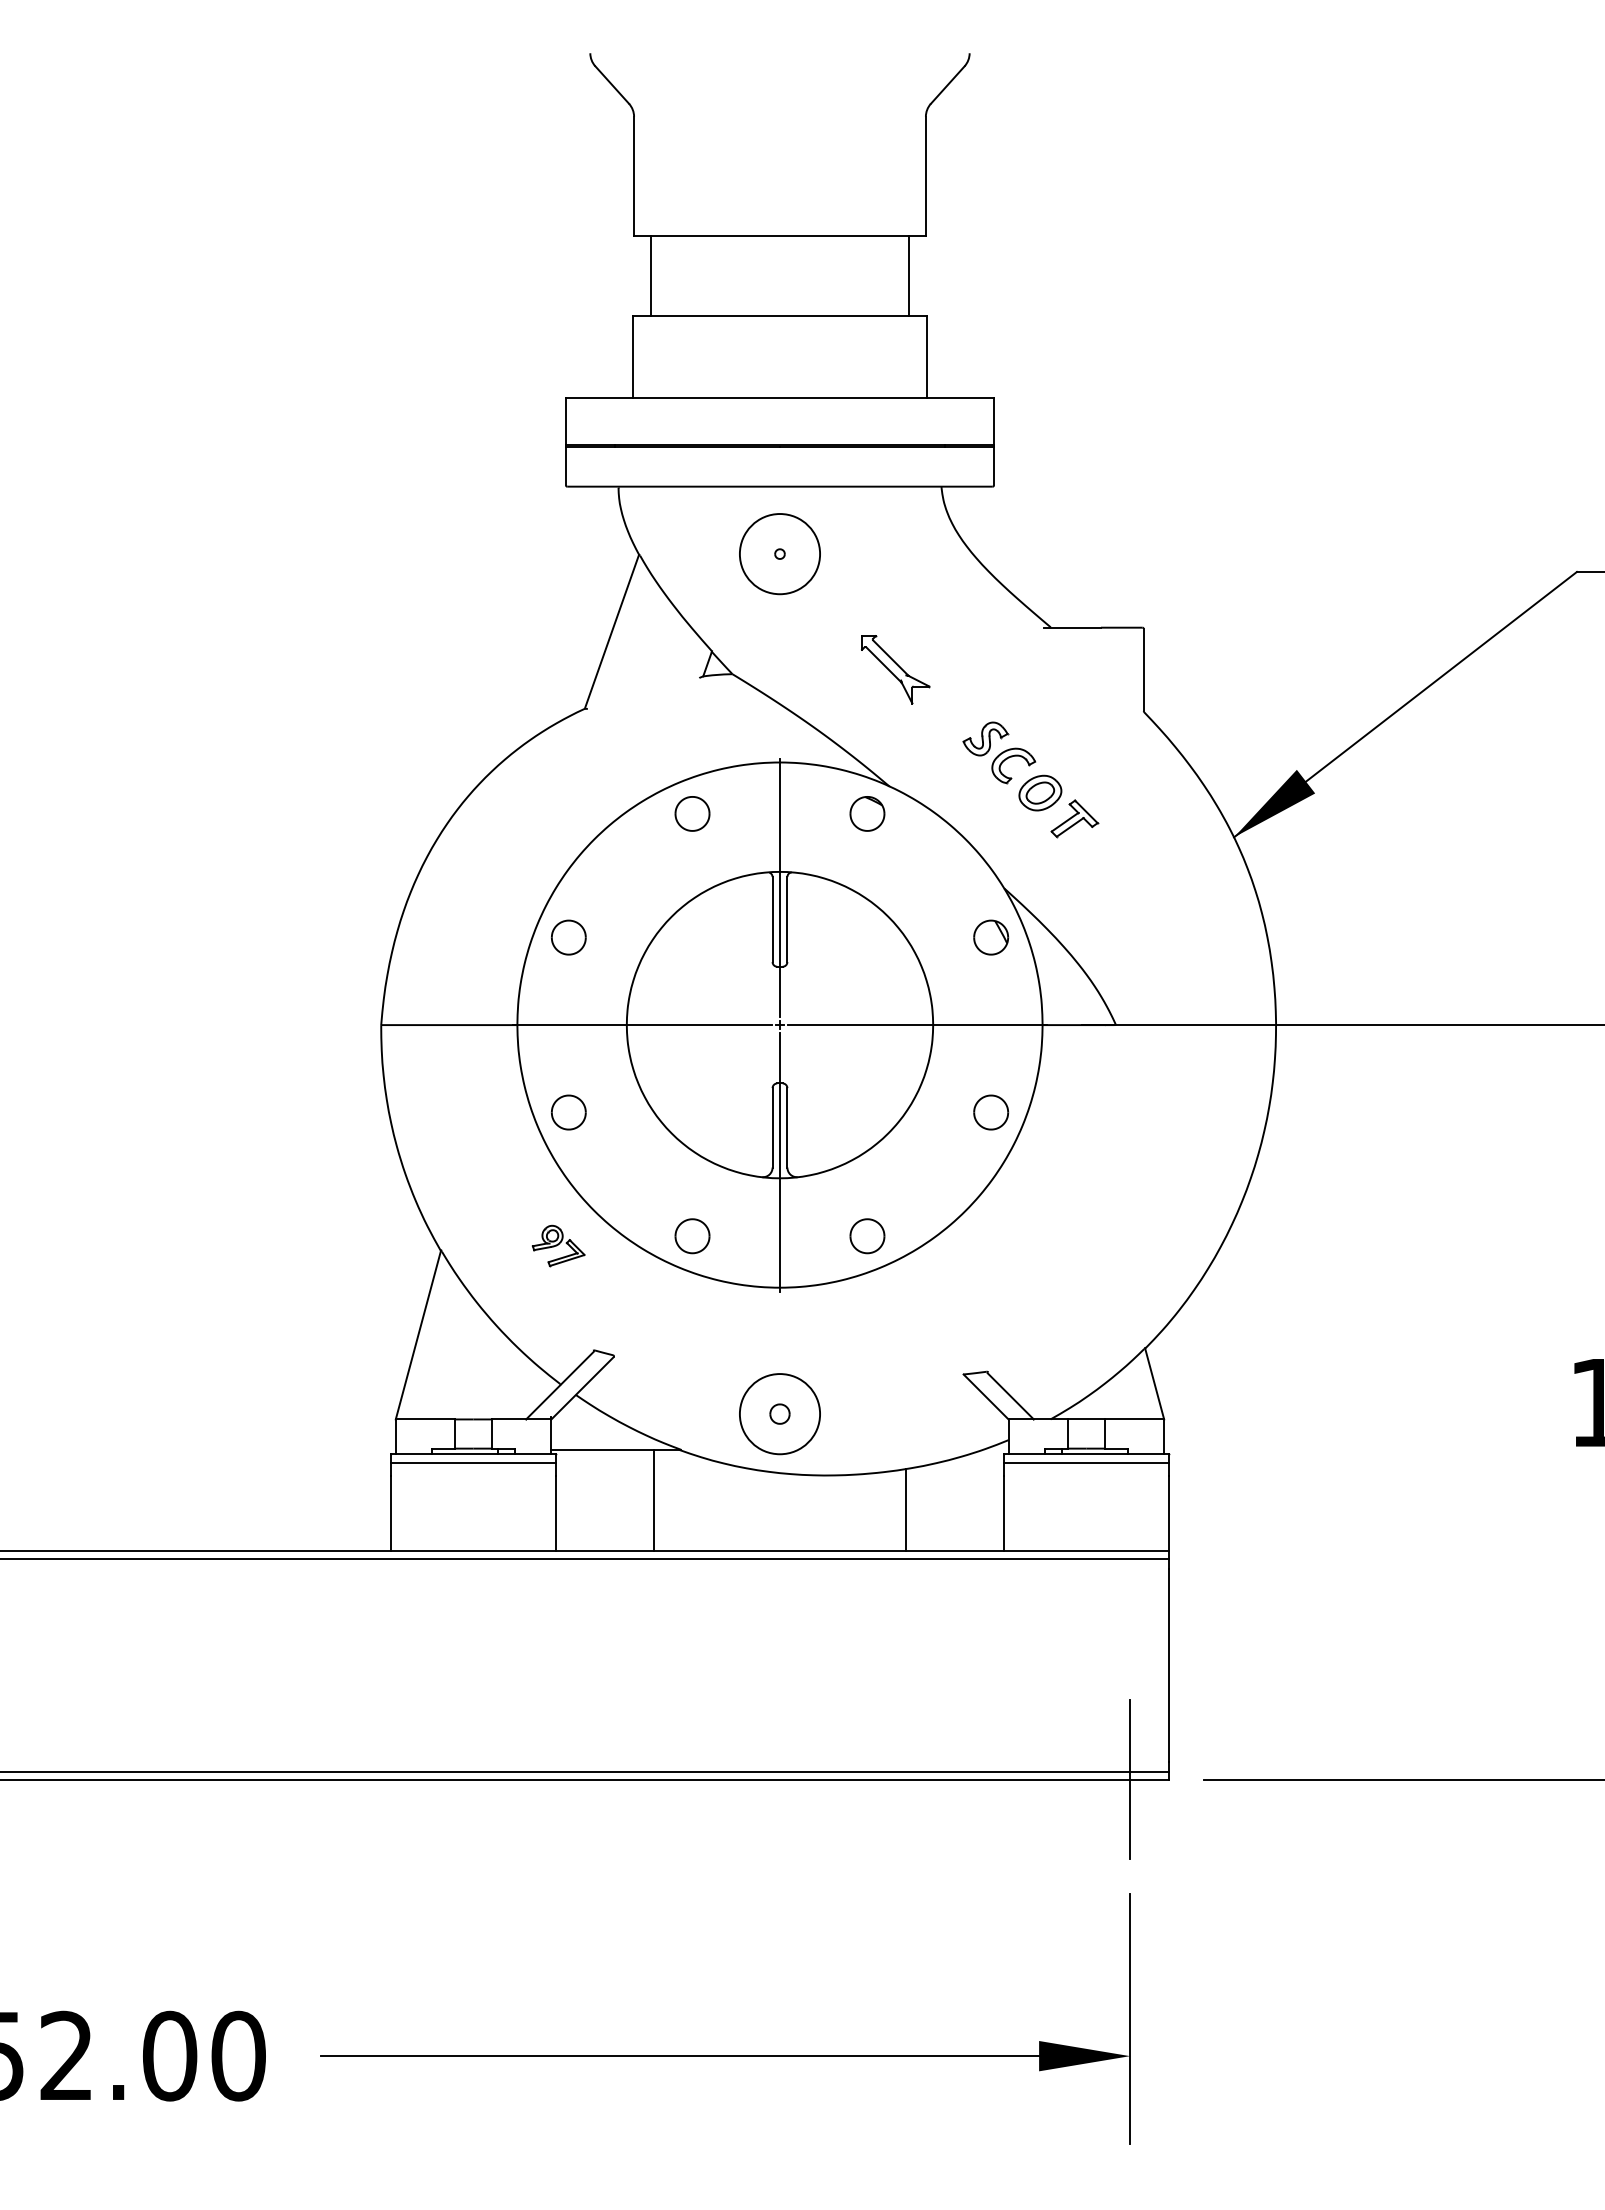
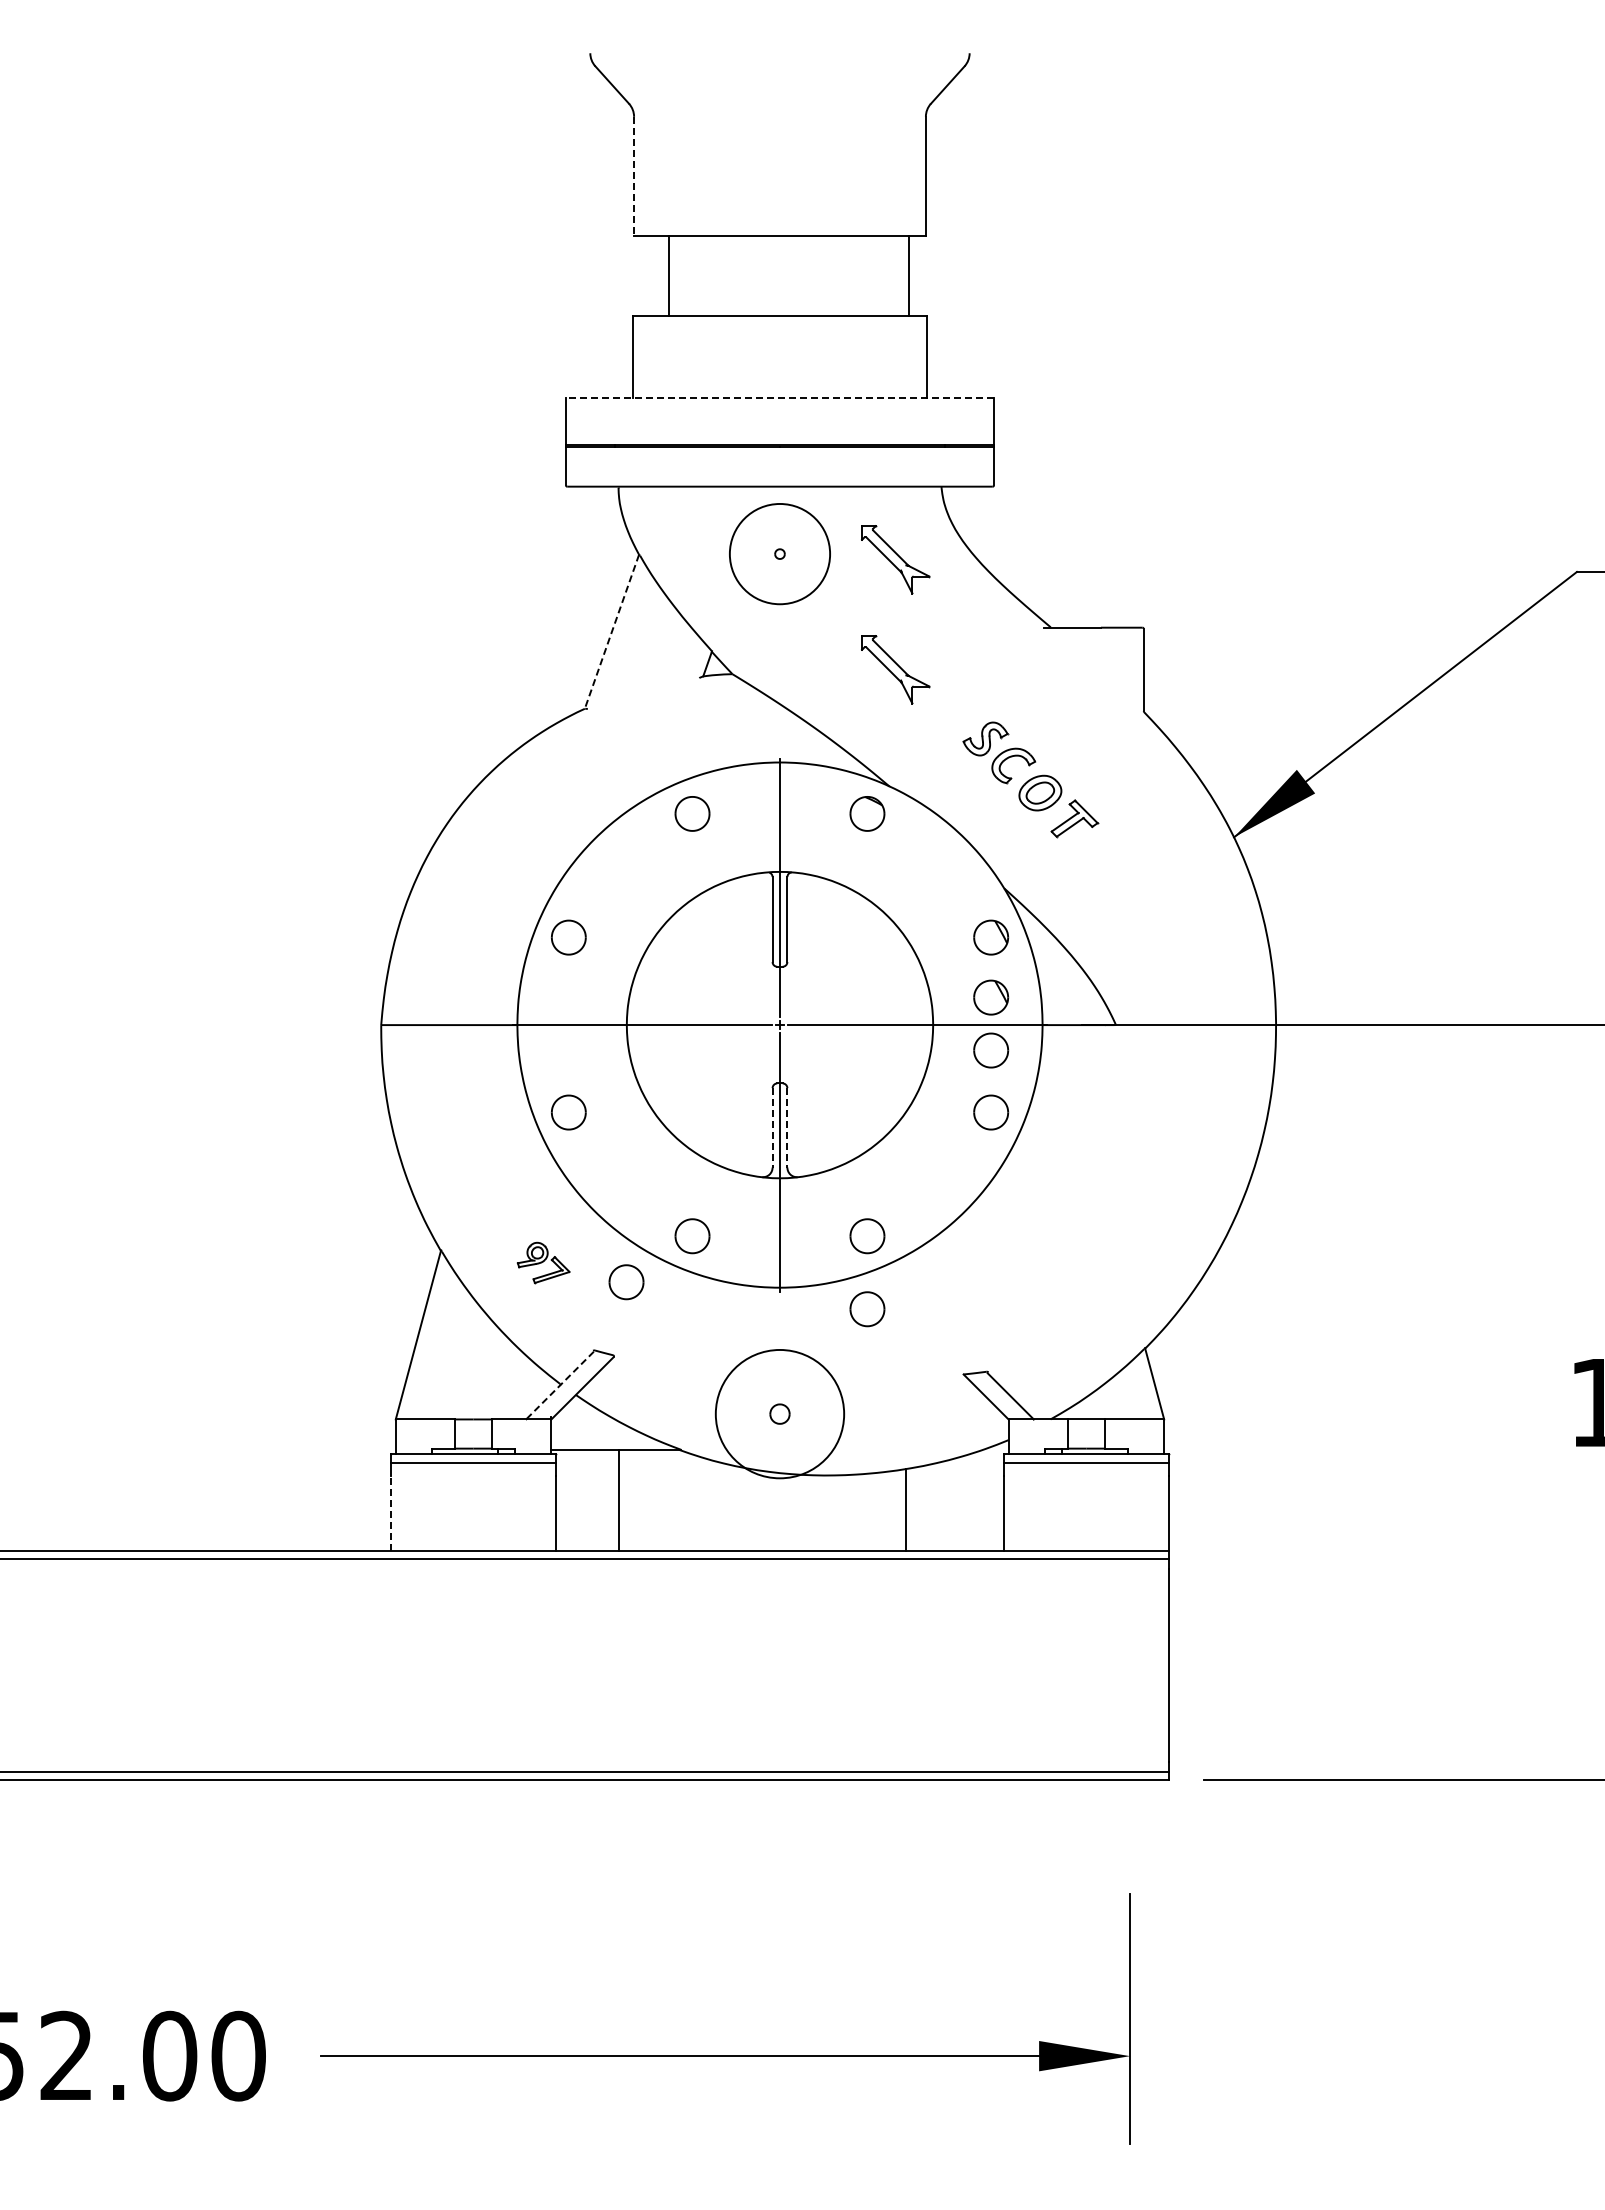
line at (634, 176): solid -> dashed
line at (651, 275) position: (651, 275) -> (669, 275)
line at (779, 397): solid -> dashed
circle at (779, 554) diameter: 80 px -> 100 px
part at (895, 559): none -> present
line at (611, 631): solid -> dashed
part at (991, 997): none -> present
part at (991, 1050): none -> present
line at (772, 1127): solid -> dashed
line at (787, 1127): solid -> dashed
part at (558, 1245) position: (558, 1245) -> (543, 1262)
part at (626, 1282): none -> present
part at (867, 1309): none -> present
line at (560, 1385): solid -> dashed
circle at (779, 1414) diameter: 80 px -> 128 px
line at (653, 1499) position: (653, 1499) -> (618, 1499)
line at (390, 1513): solid -> dashed
line at (1130, 1779): present -> none
